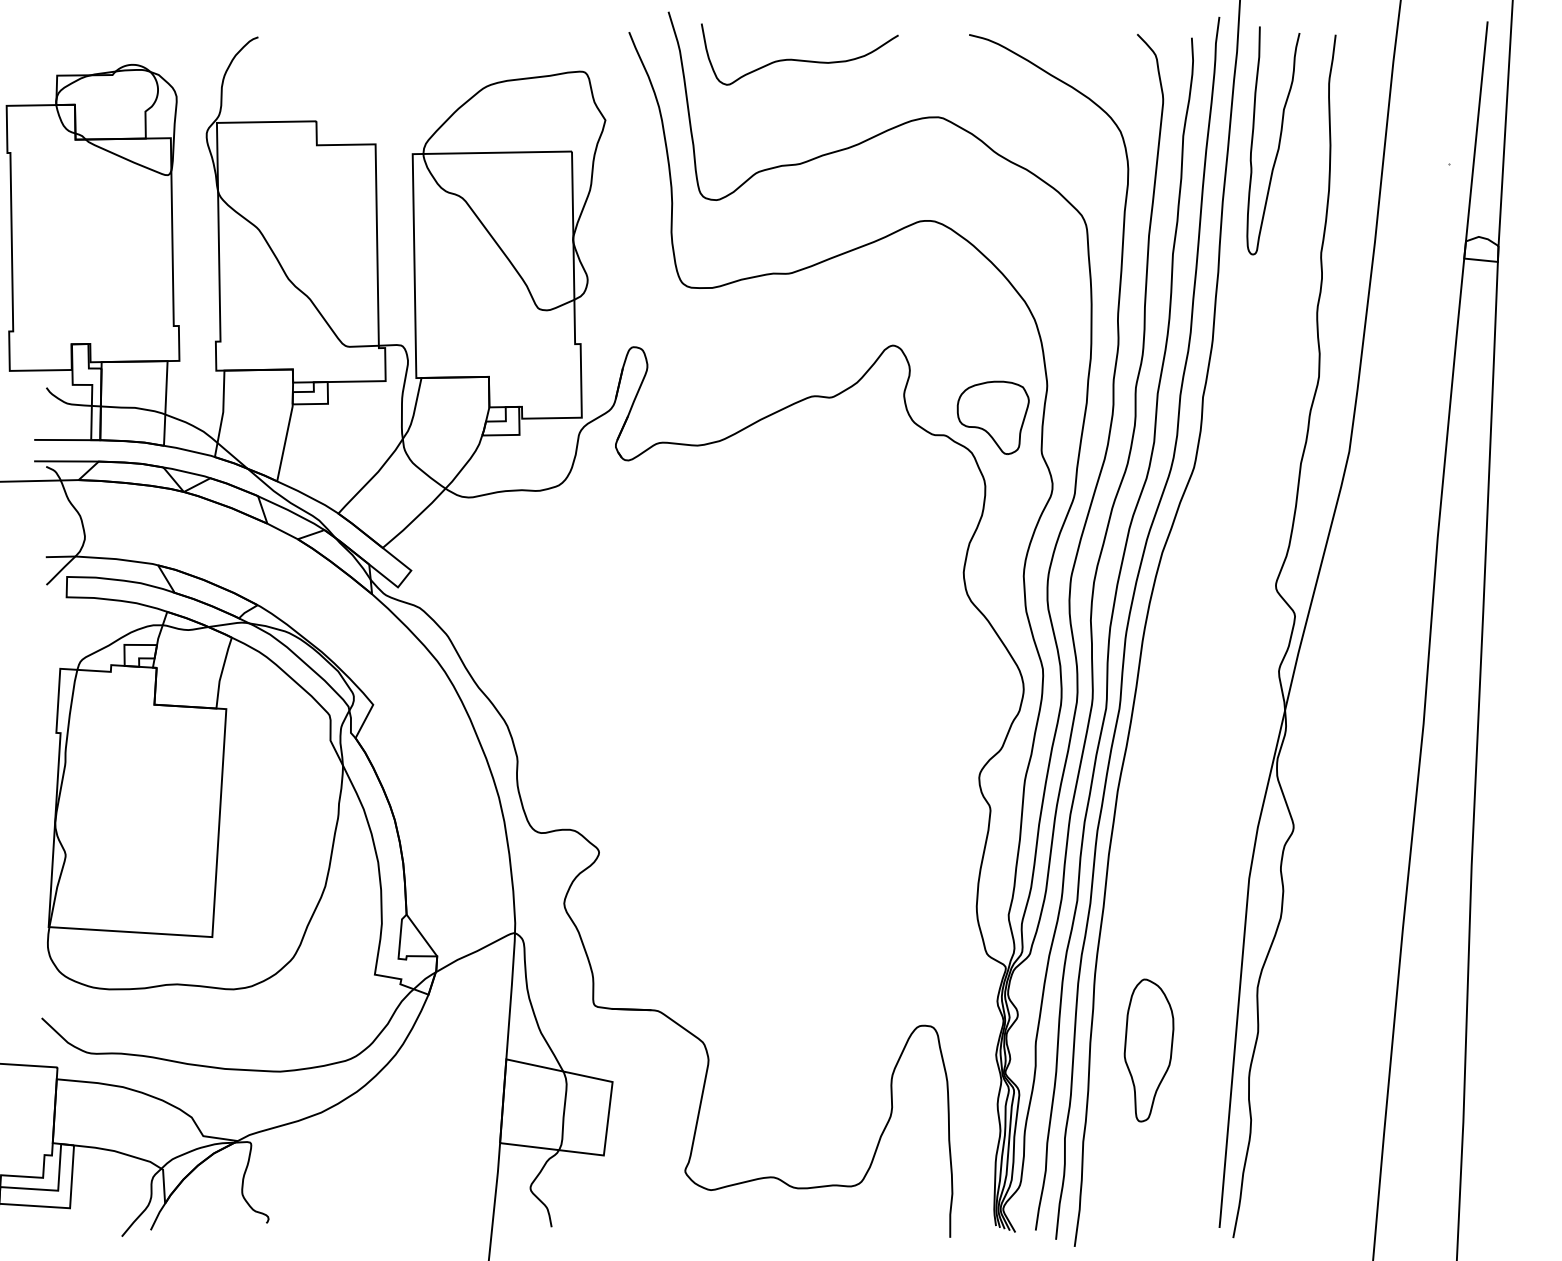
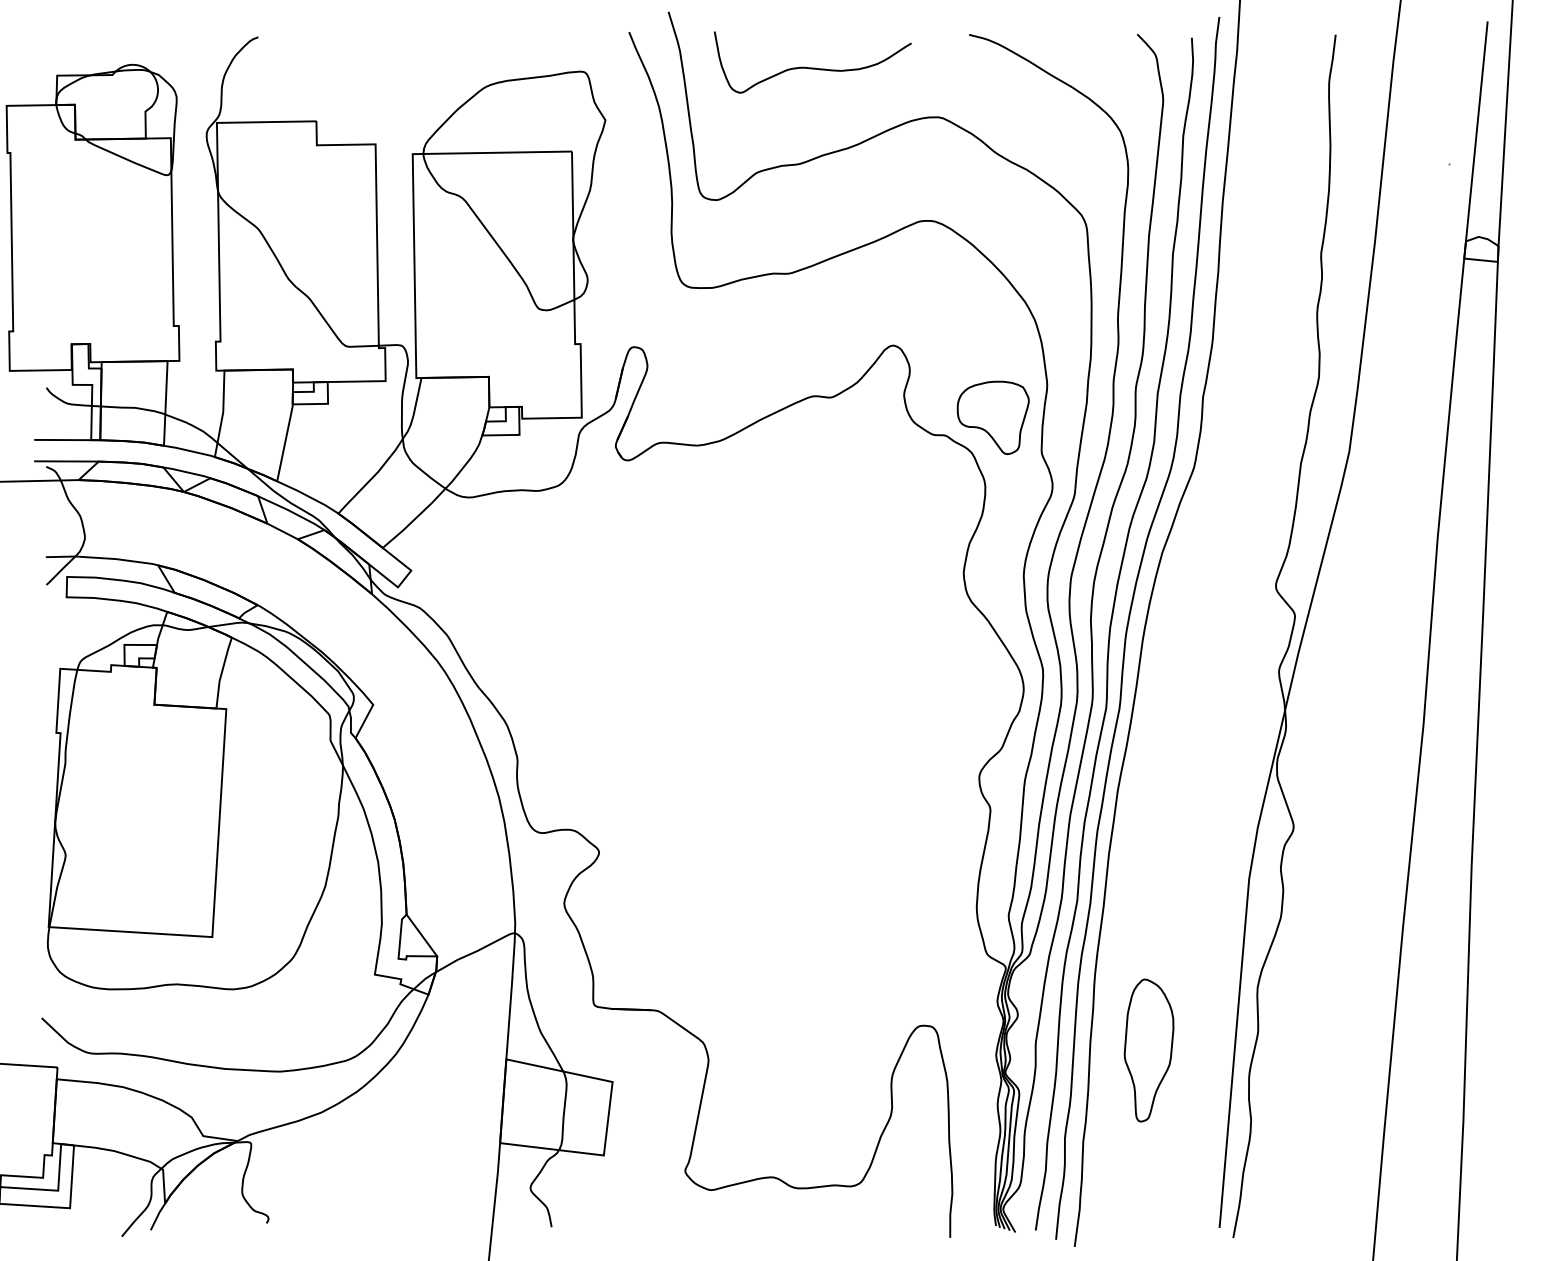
curve at (799, 59) position: (799, 59) -> (812, 67)
curve at (1278, 141): present -> none
